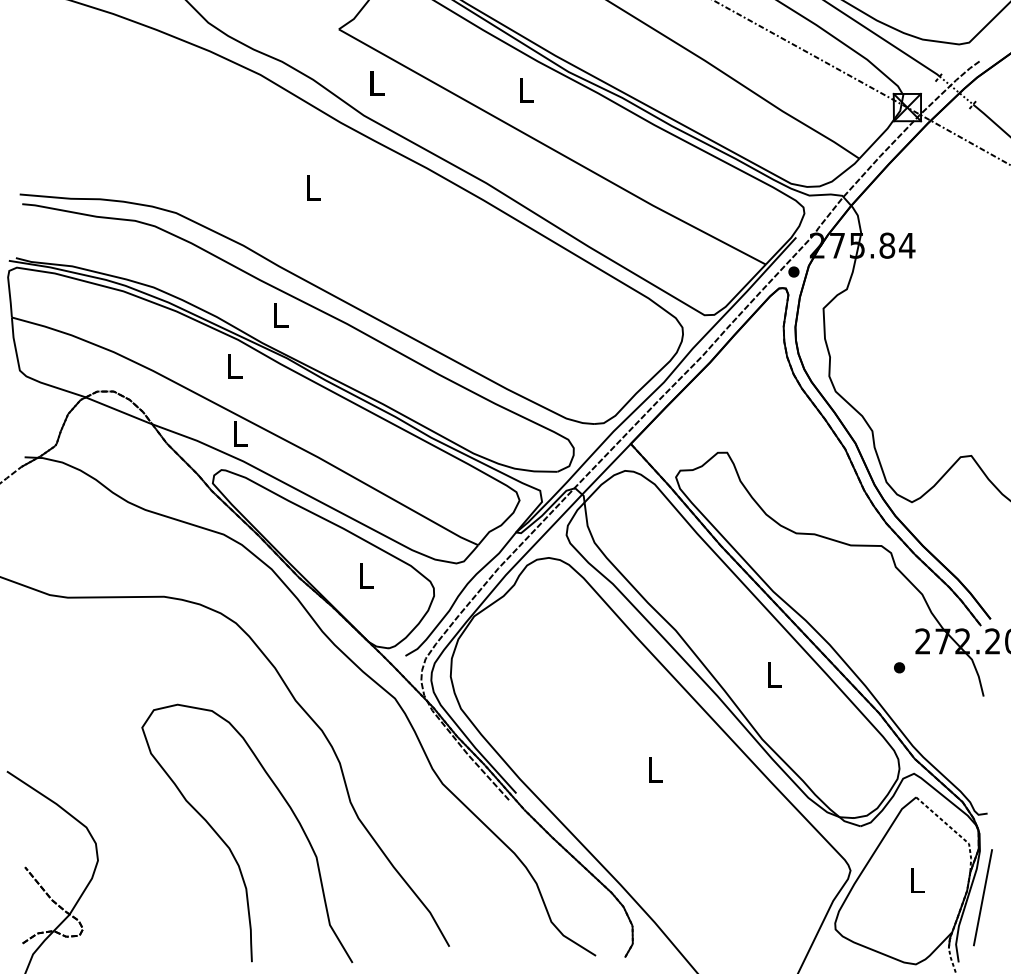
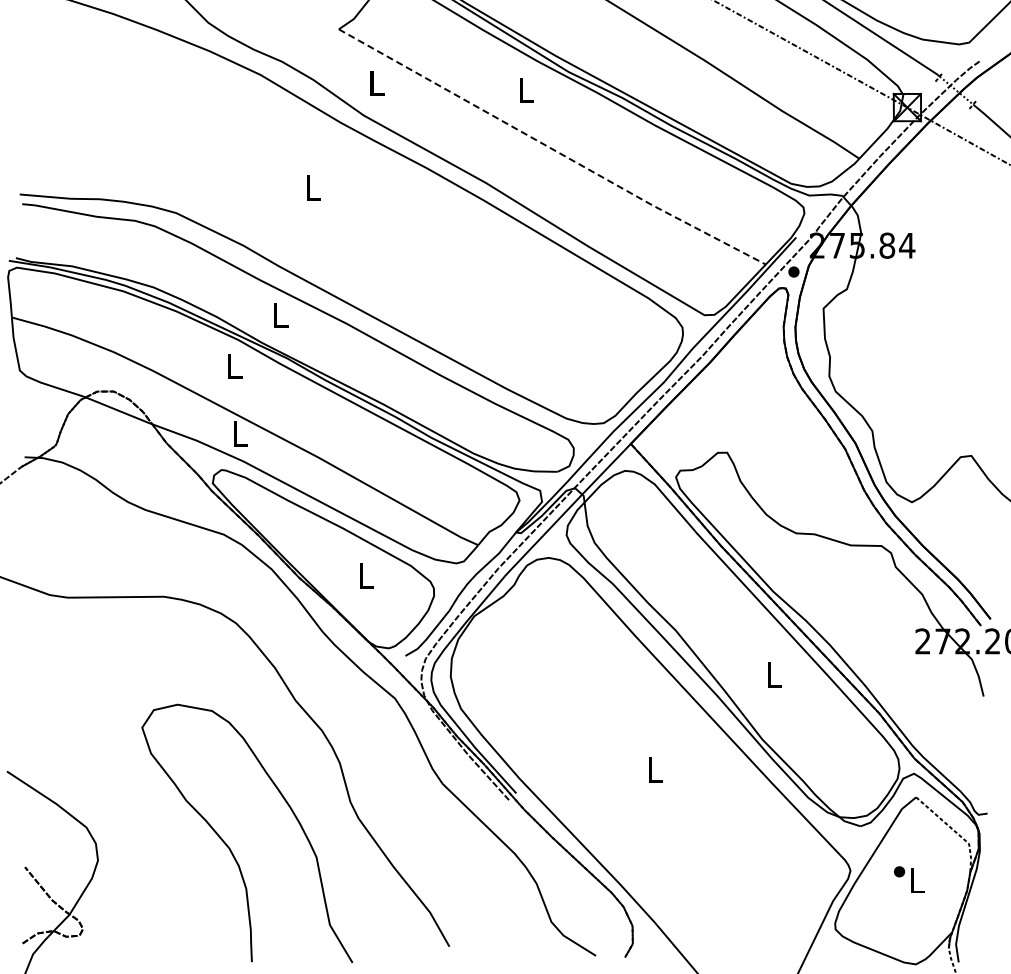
line at (552, 148): solid -> dashed
part at (899, 667) position: (899, 667) -> (899, 871)
line at (982, 897): present -> none
